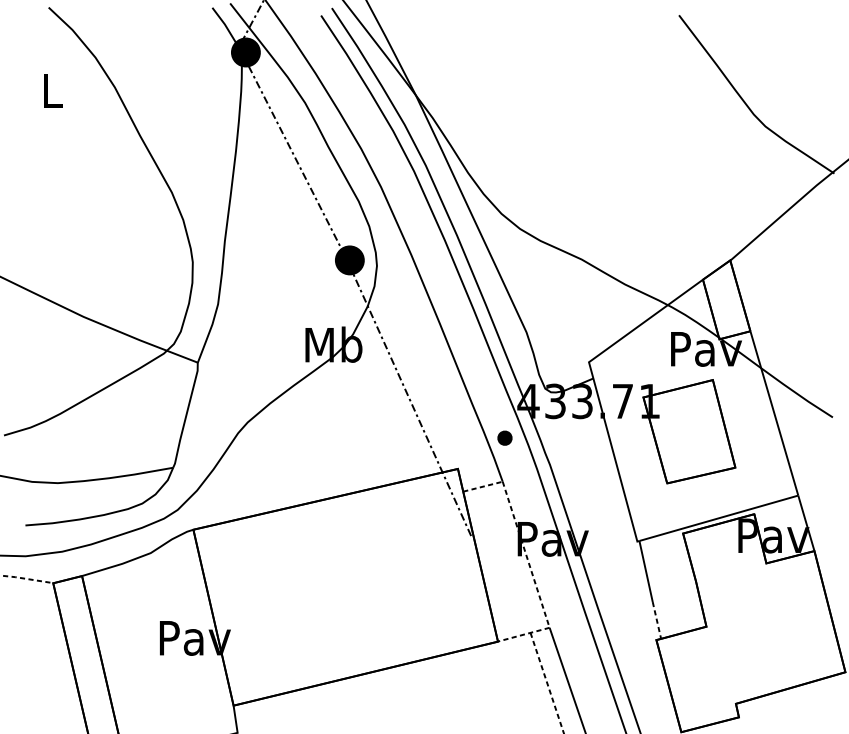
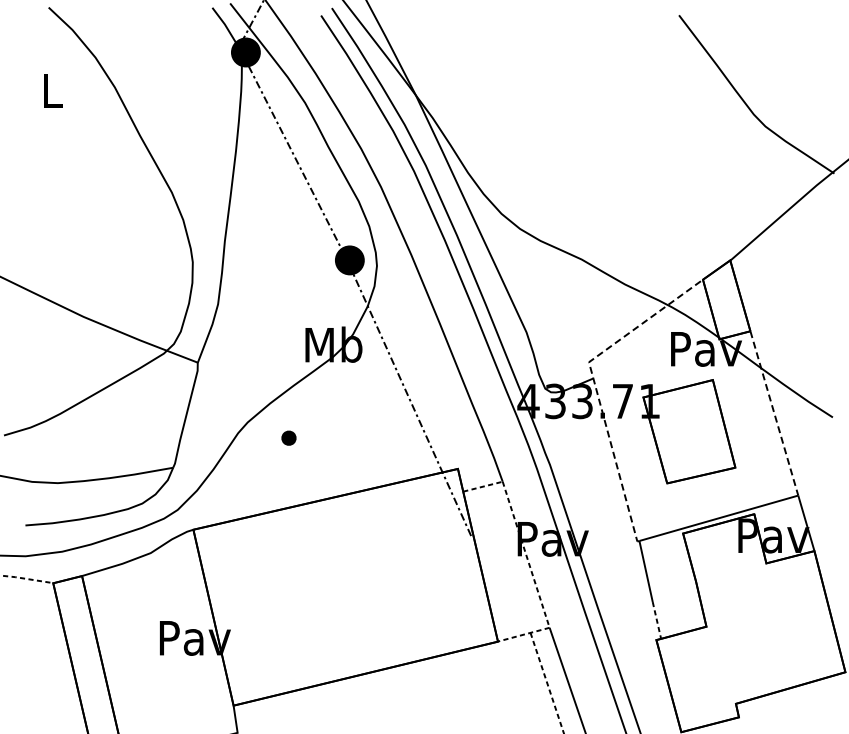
line at (595, 385): solid -> dashed
line at (774, 413): solid -> dashed
part at (504, 437) position: (504, 437) -> (288, 437)
